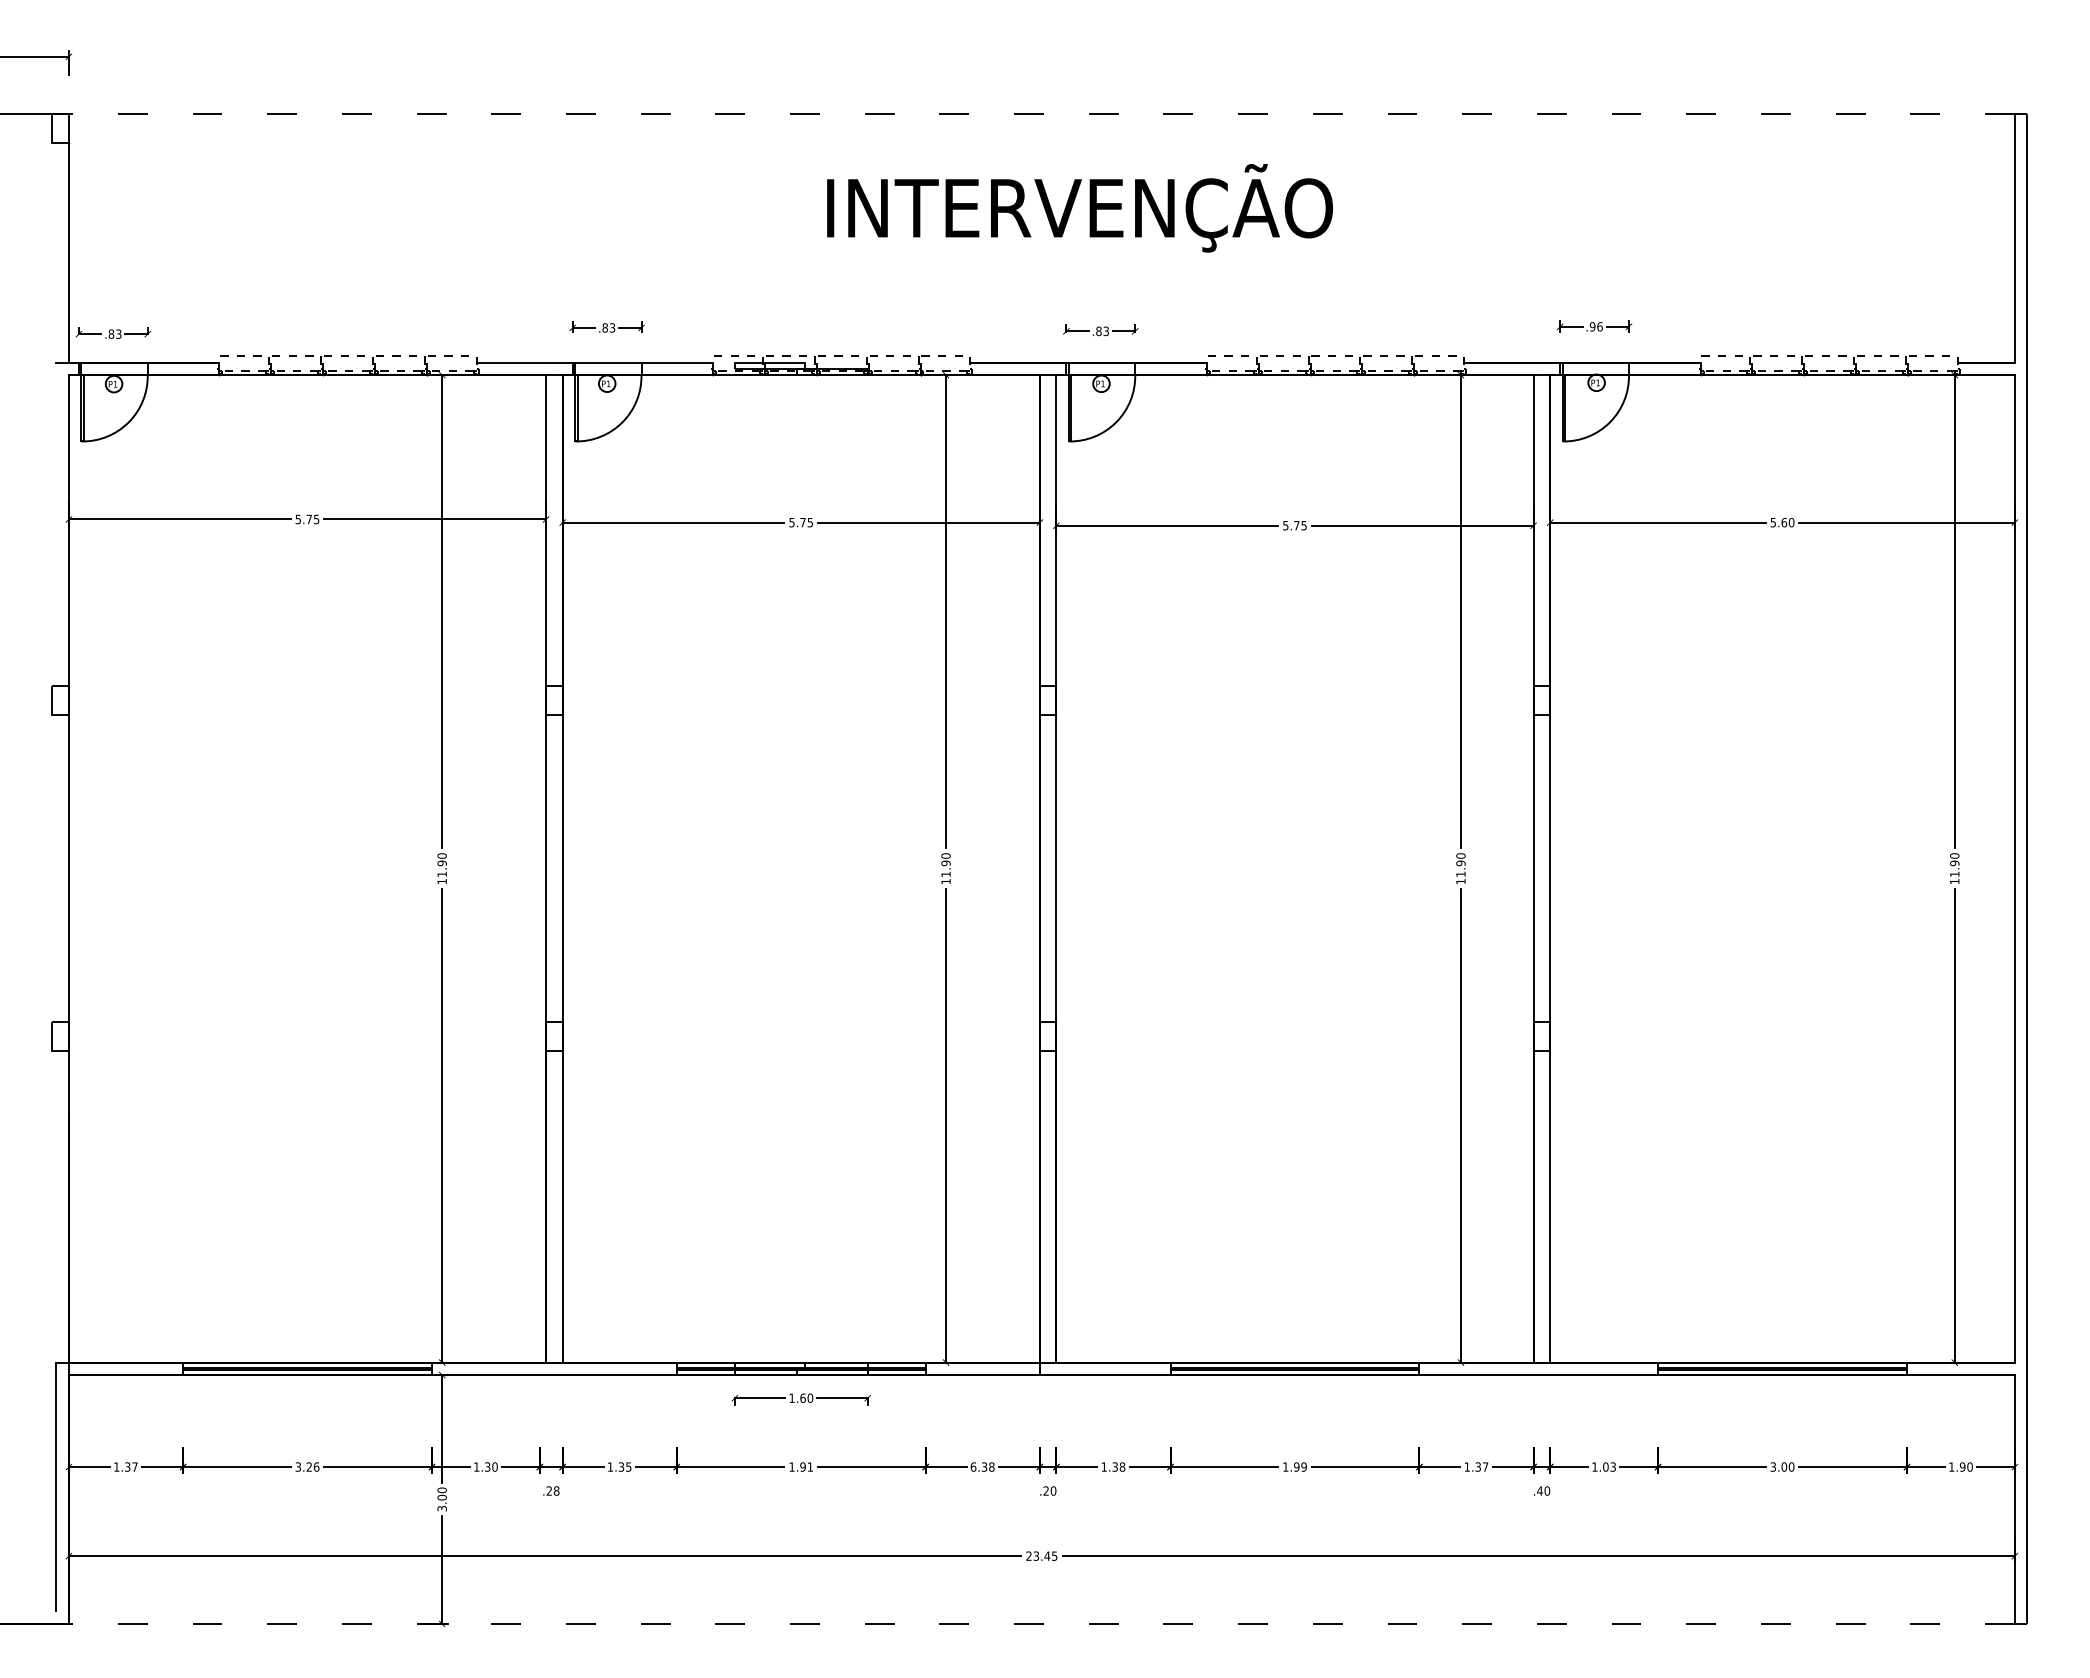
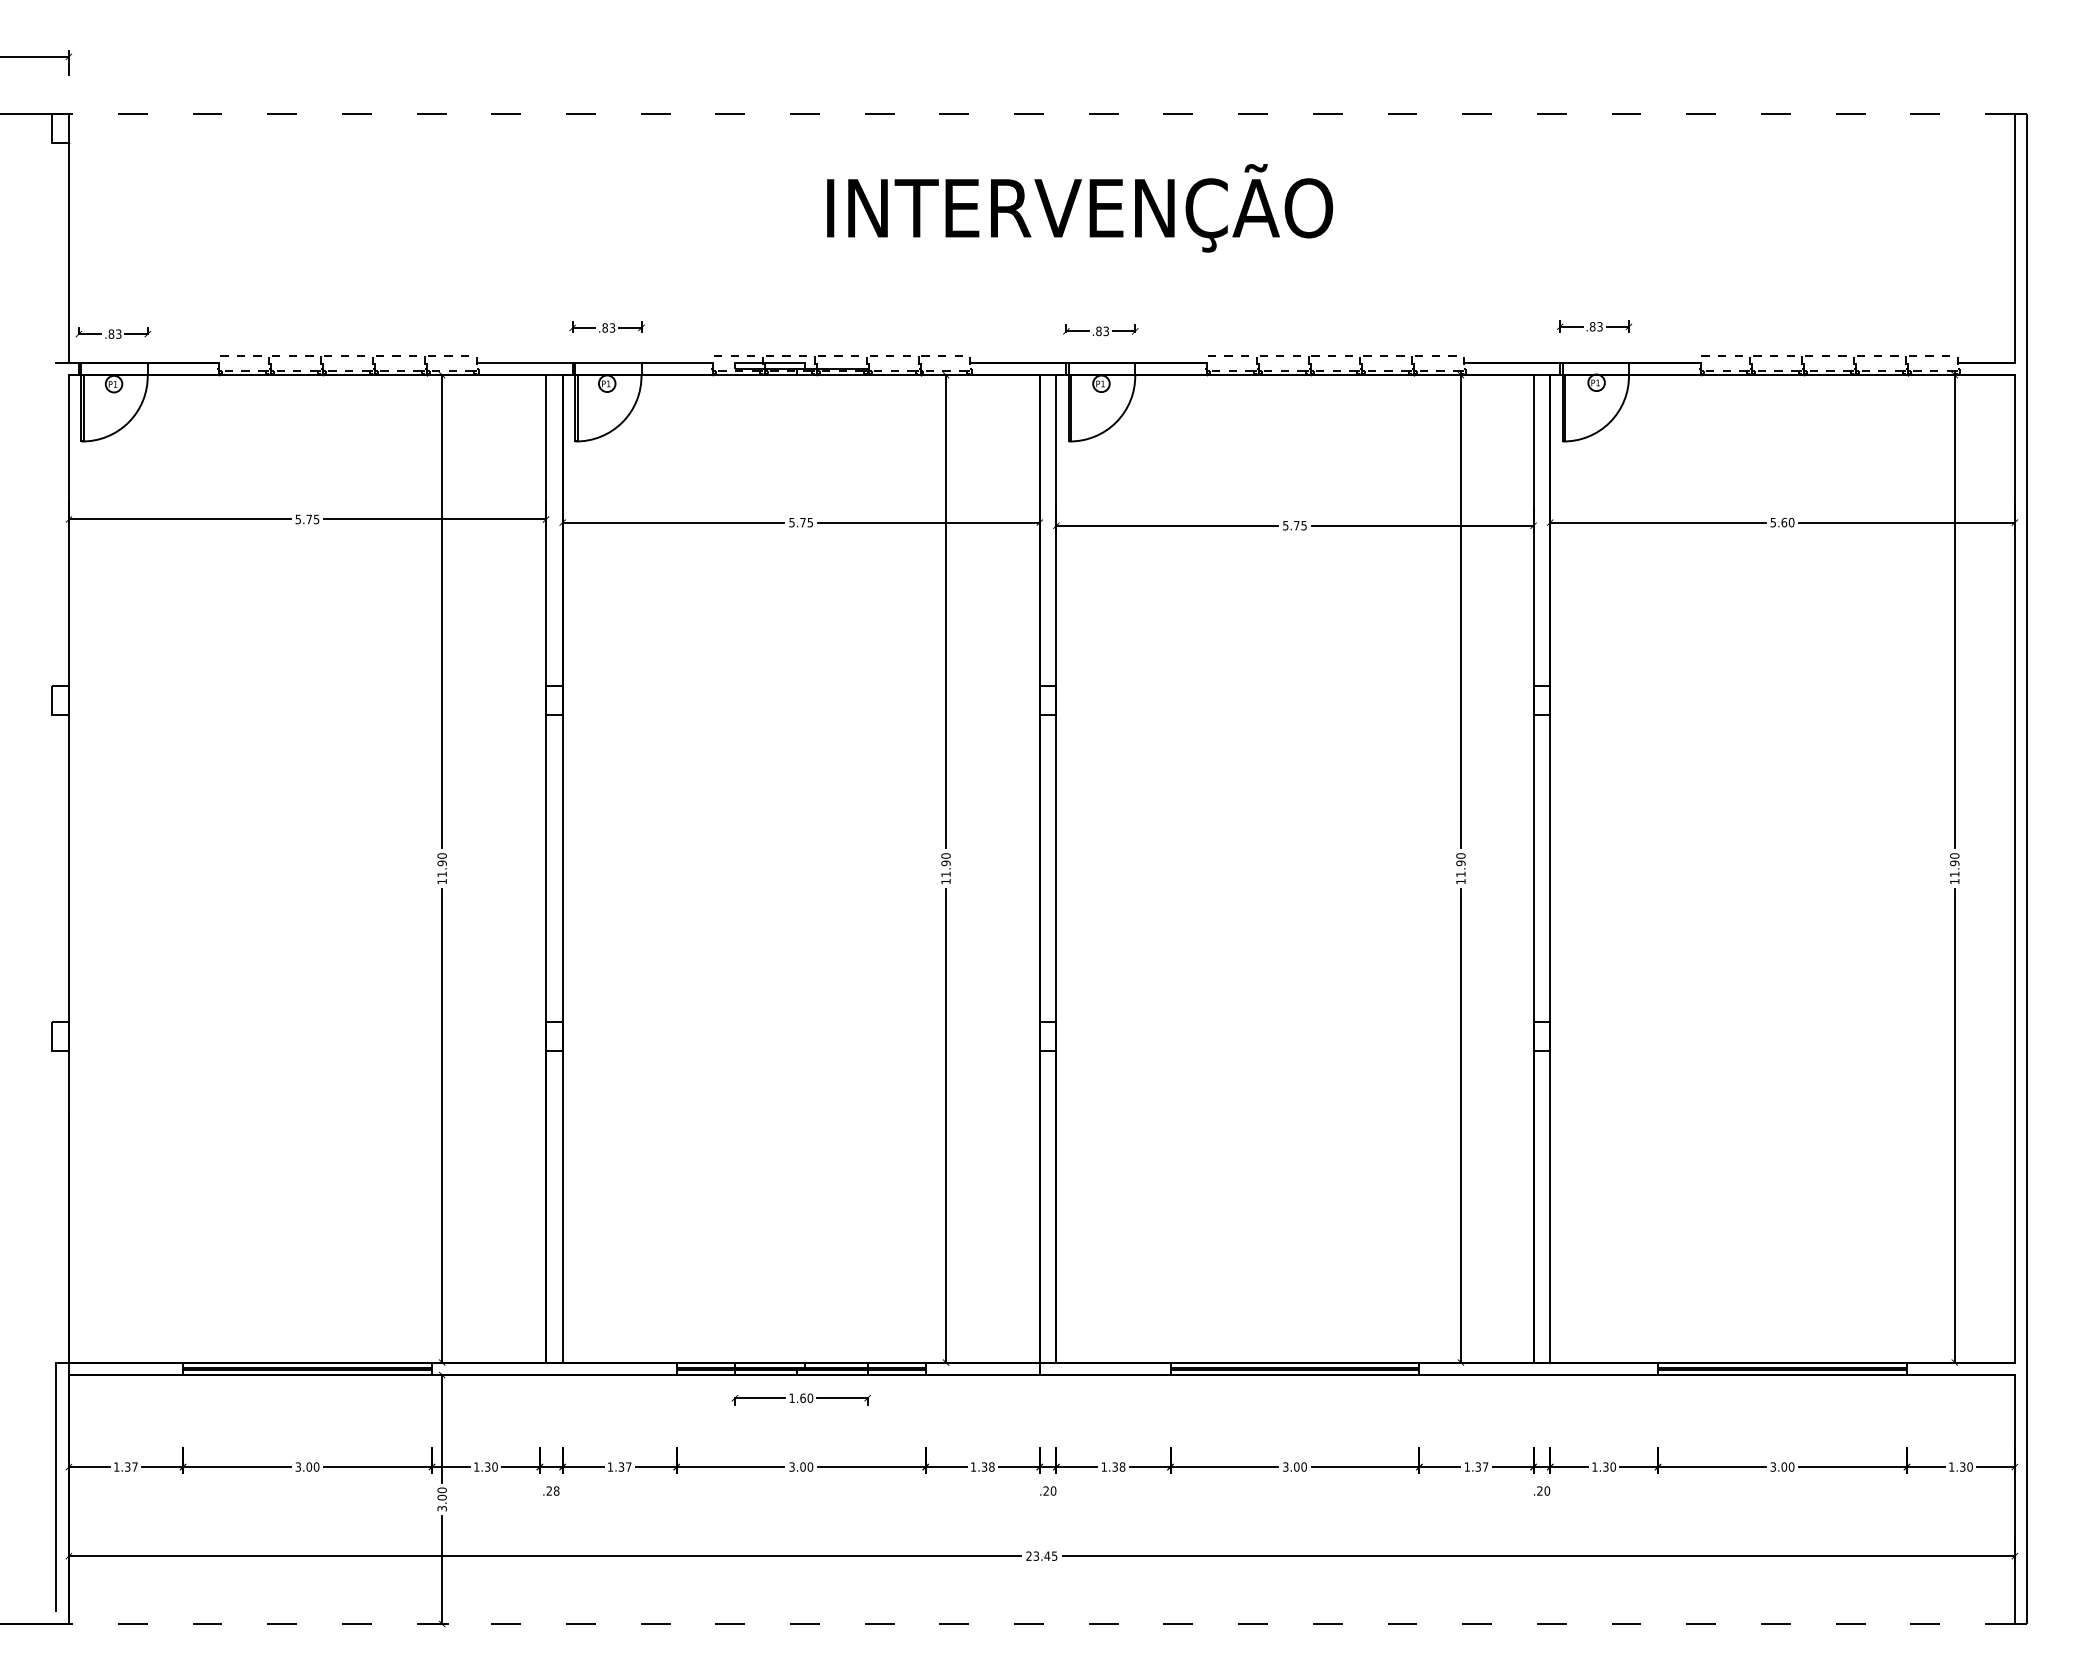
text at (1595, 326): .96 -> .83
text at (312, 1466): 3.26 -> 3.00
text at (628, 1466): 1.35 -> 1.37
text at (801, 1466): 1.91 -> 3.00
text at (973, 1466): 6.38 -> 1.38
text at (1294, 1466): 1.99 -> 3.00
text at (1609, 1466): 1.03 -> 1.30
text at (1962, 1466): 1.90 -> 1.30
text at (1539, 1490): .40 -> .20
